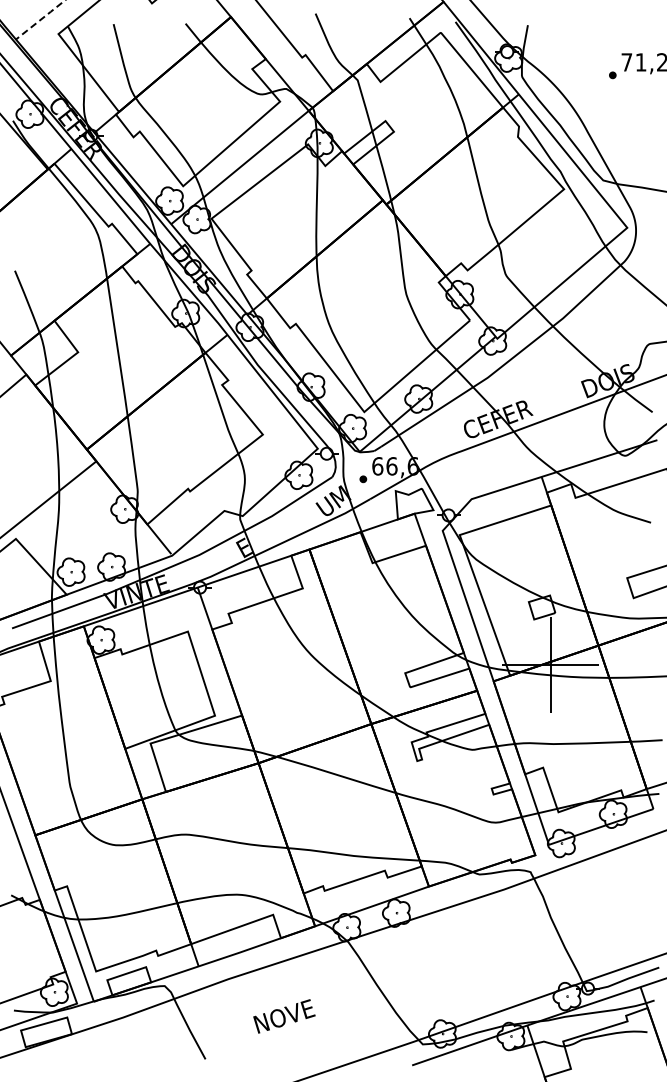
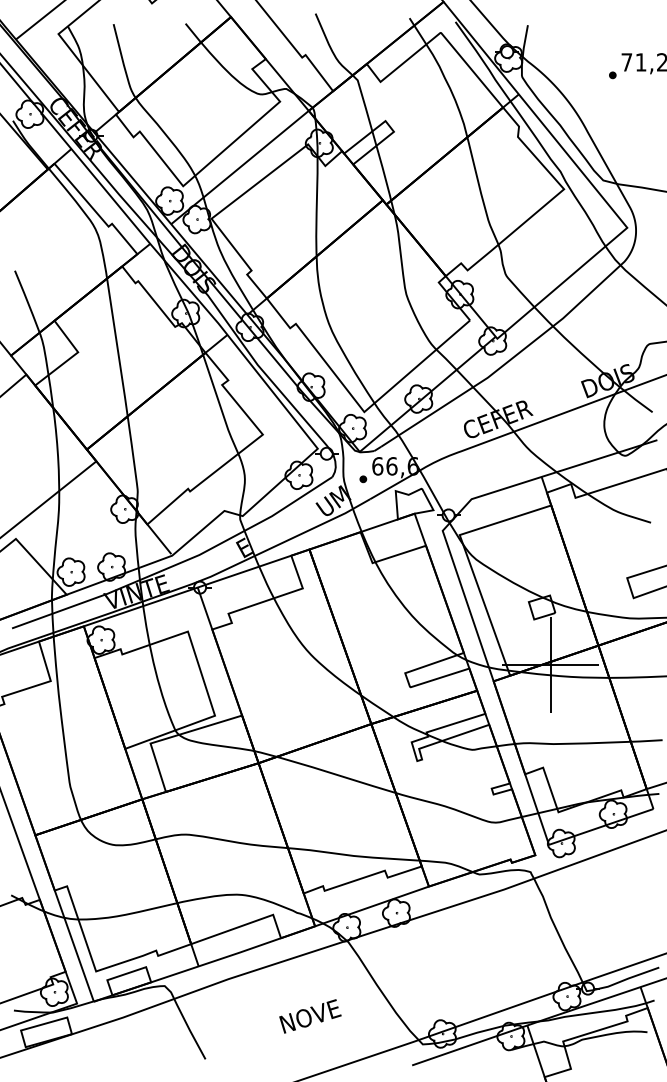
line at (40, 19): dashed -> solid
text at (284, 1016) position: (284, 1016) -> (310, 1016)
